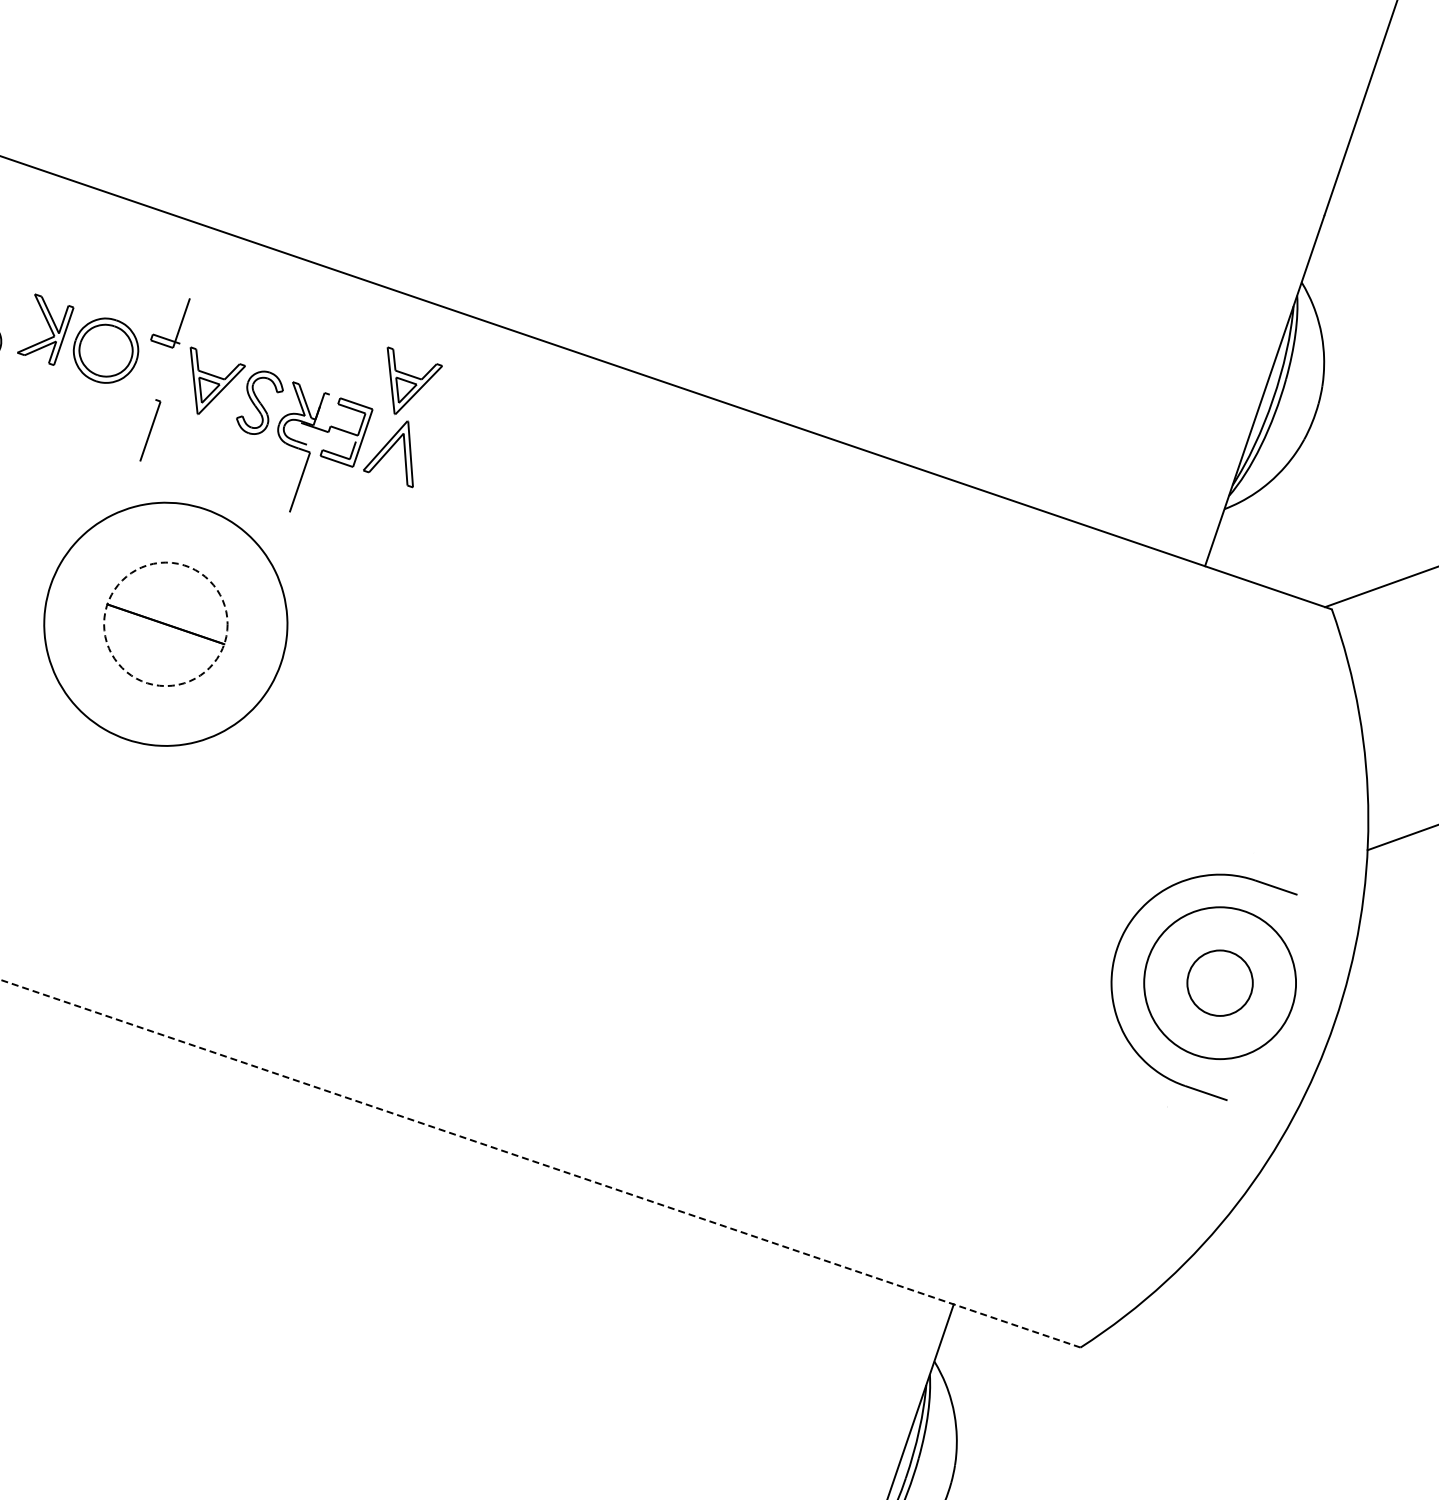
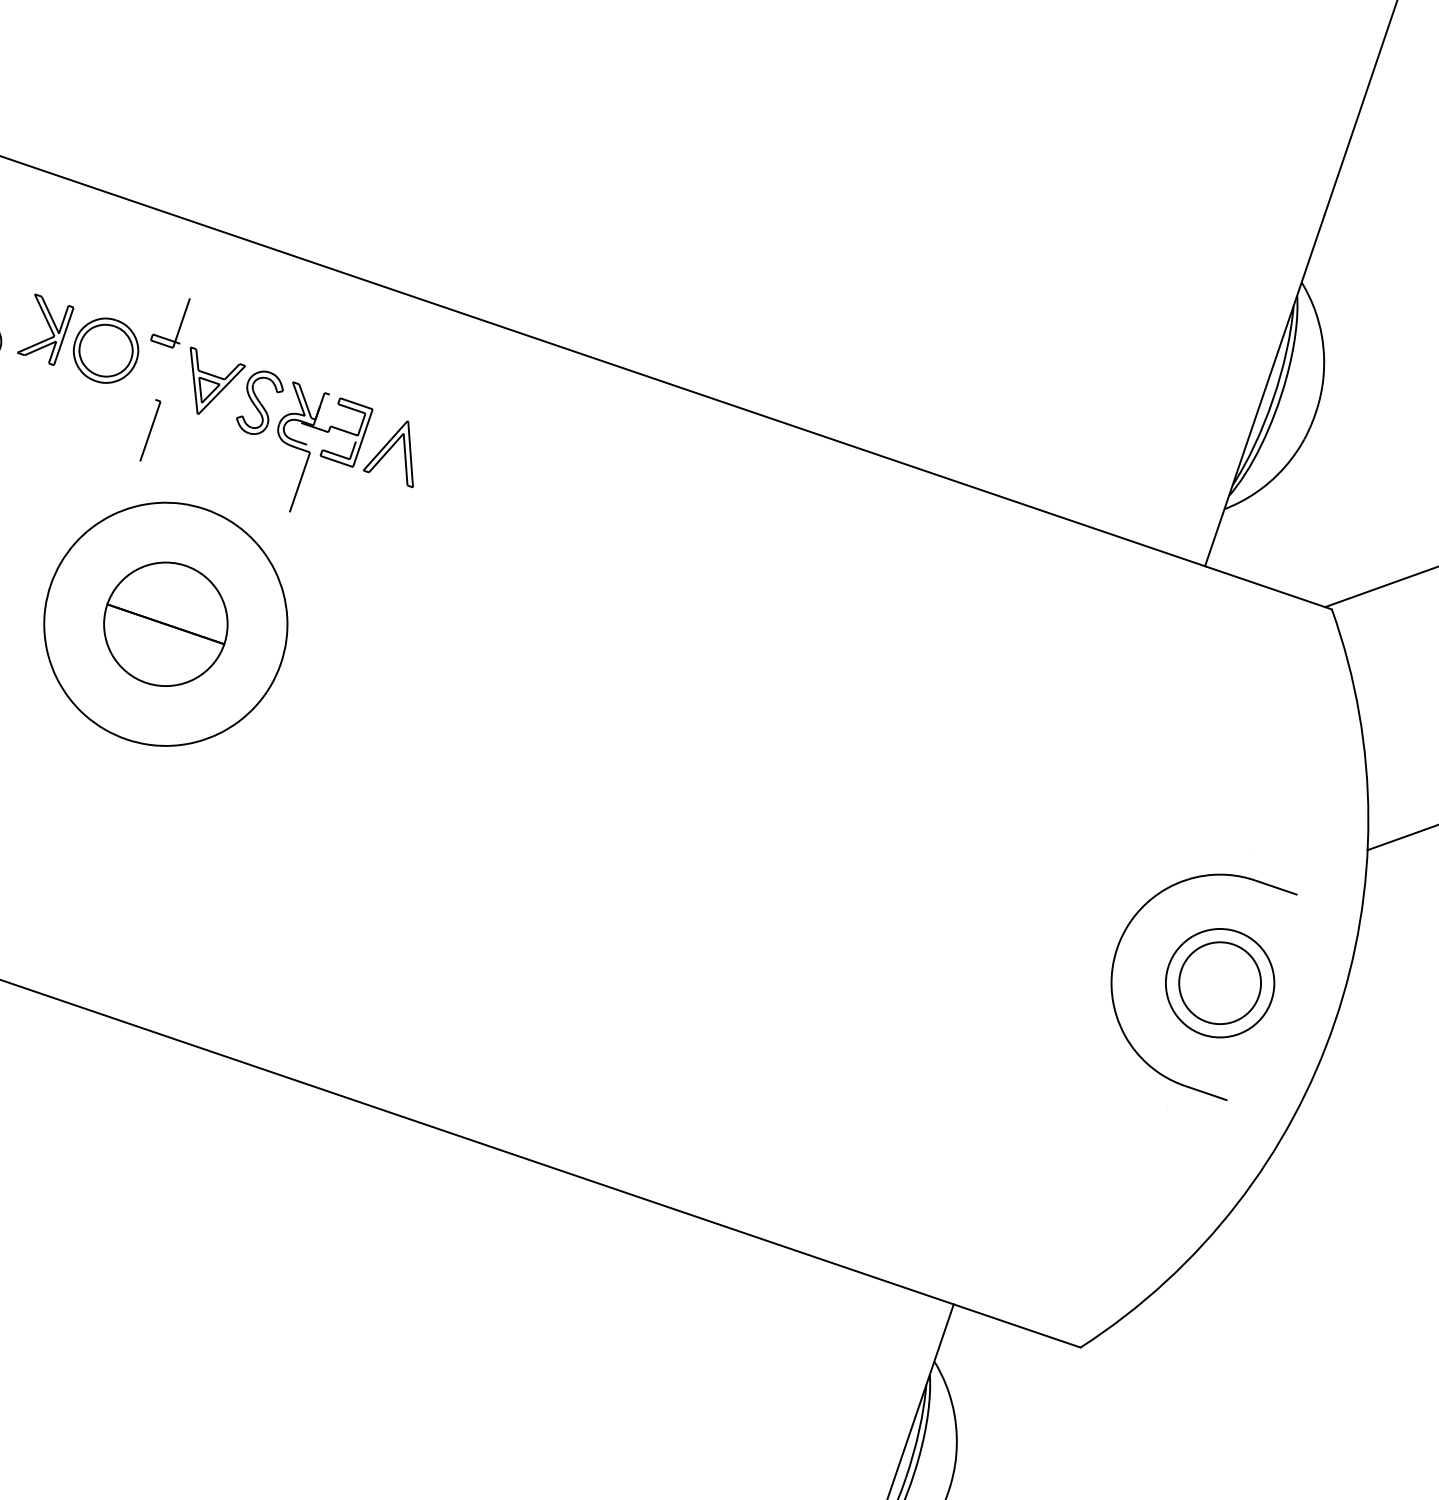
part at (414, 380): present -> none
circle at (165, 624): dashed -> solid
circle at (1219, 982) diameter: 65 px -> 82 px
circle at (1220, 983) diameter: 152 px -> 108 px
line at (540, 1163): dashed -> solid
